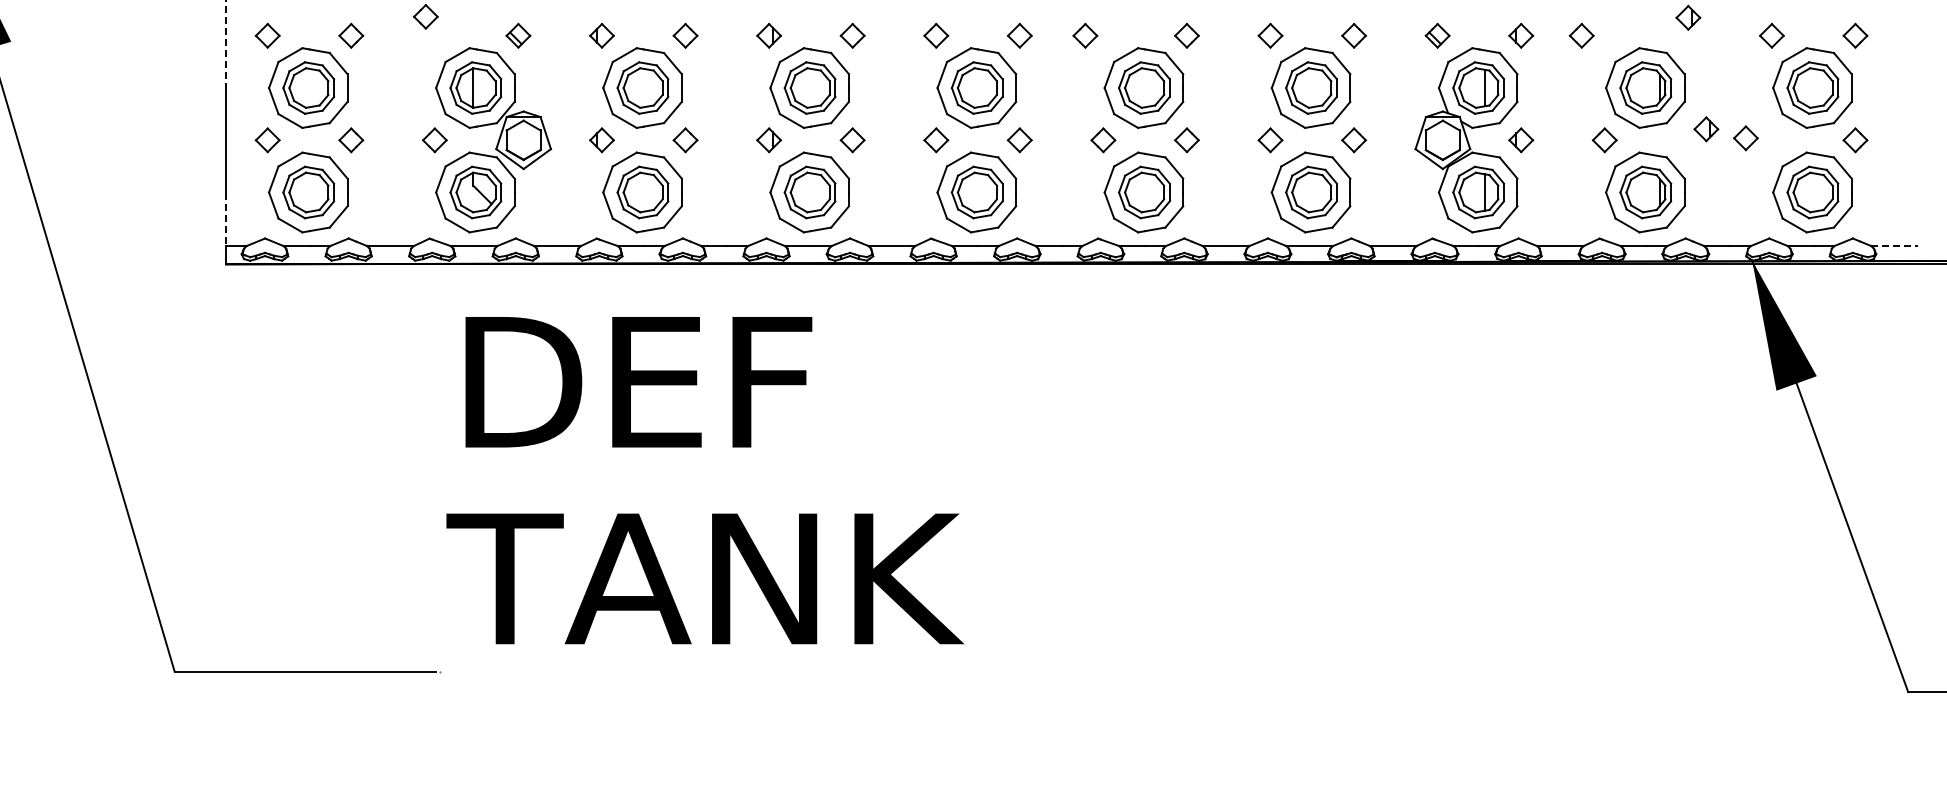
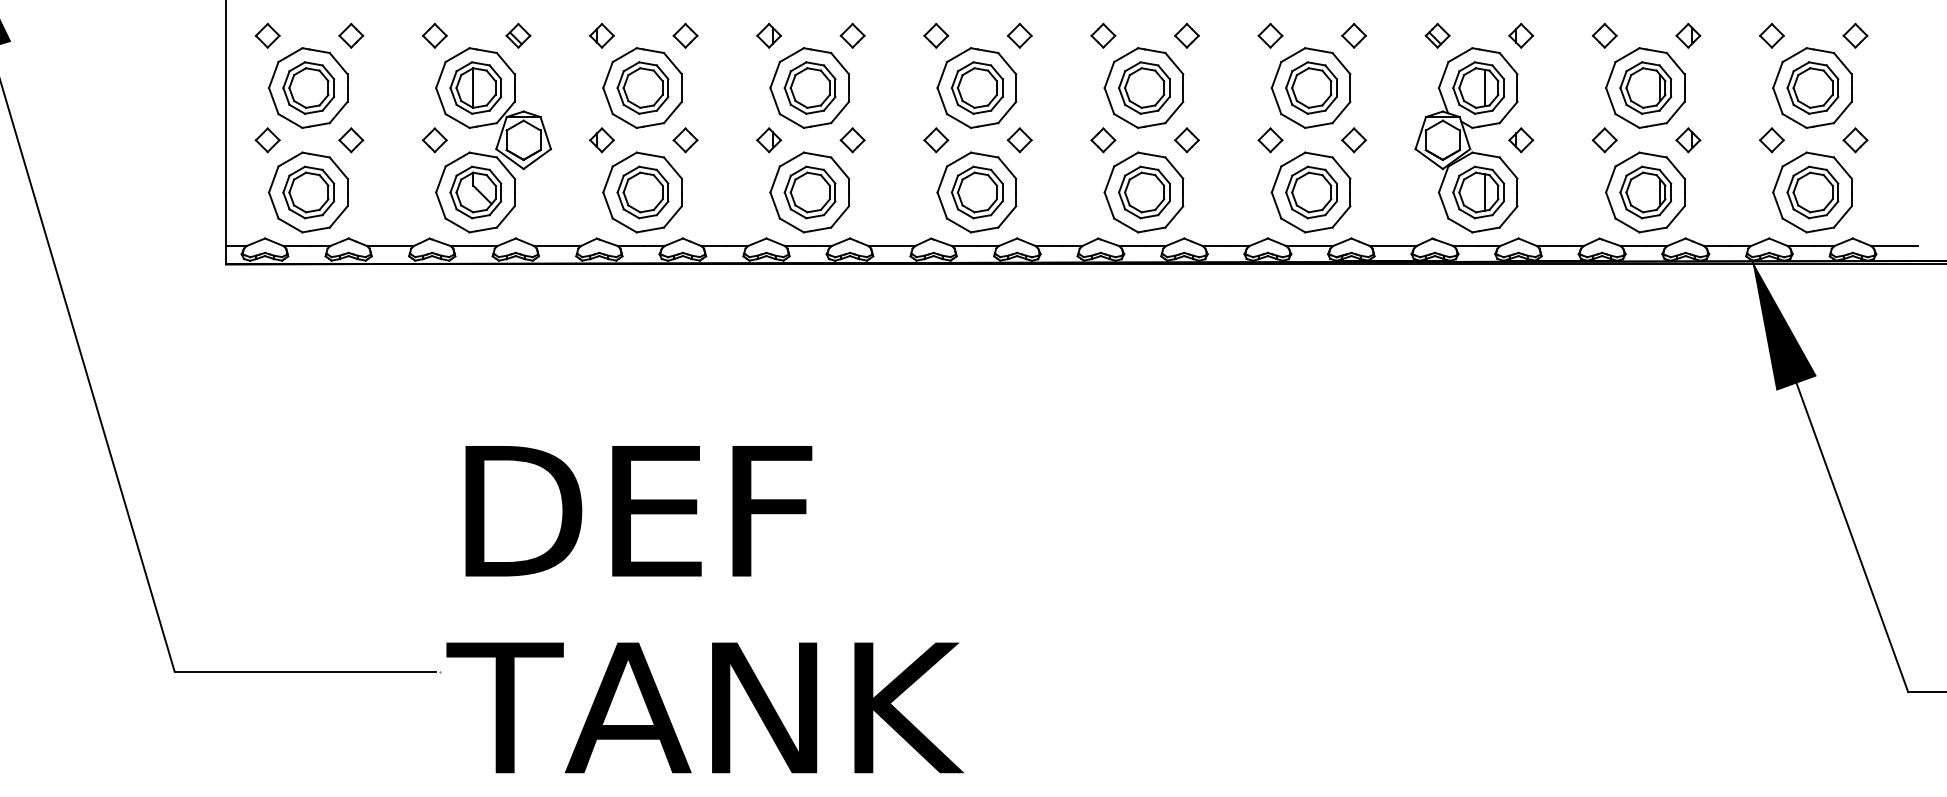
part at (425, 16) position: (425, 16) -> (434, 35)
part at (1688, 17) position: (1688, 17) -> (1688, 35)
part at (1085, 35) position: (1085, 35) -> (1103, 35)
part at (1581, 35) position: (1581, 35) -> (1604, 35)
line at (225, 44): dashed -> solid
part at (1706, 129) position: (1706, 129) -> (1688, 140)
part at (1745, 138) position: (1745, 138) -> (1771, 140)
line at (225, 219): dashed -> solid
line at (1895, 246): dashed -> solid
text at (704, 480) position: (704, 480) -> (704, 609)
